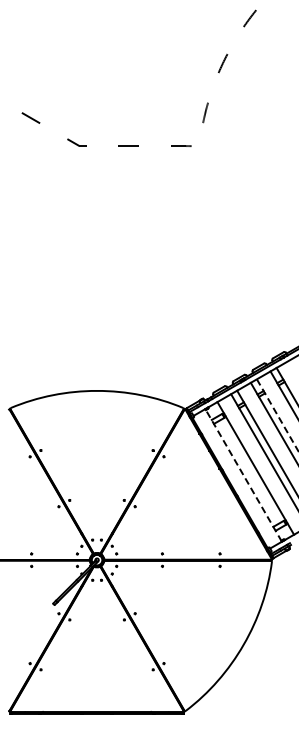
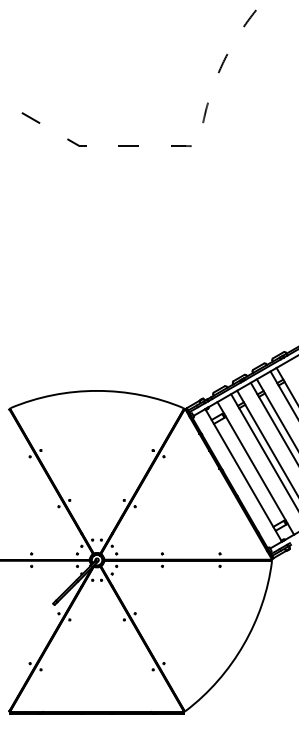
line at (277, 415): dashed -> solid
line at (243, 474): dashed -> solid
